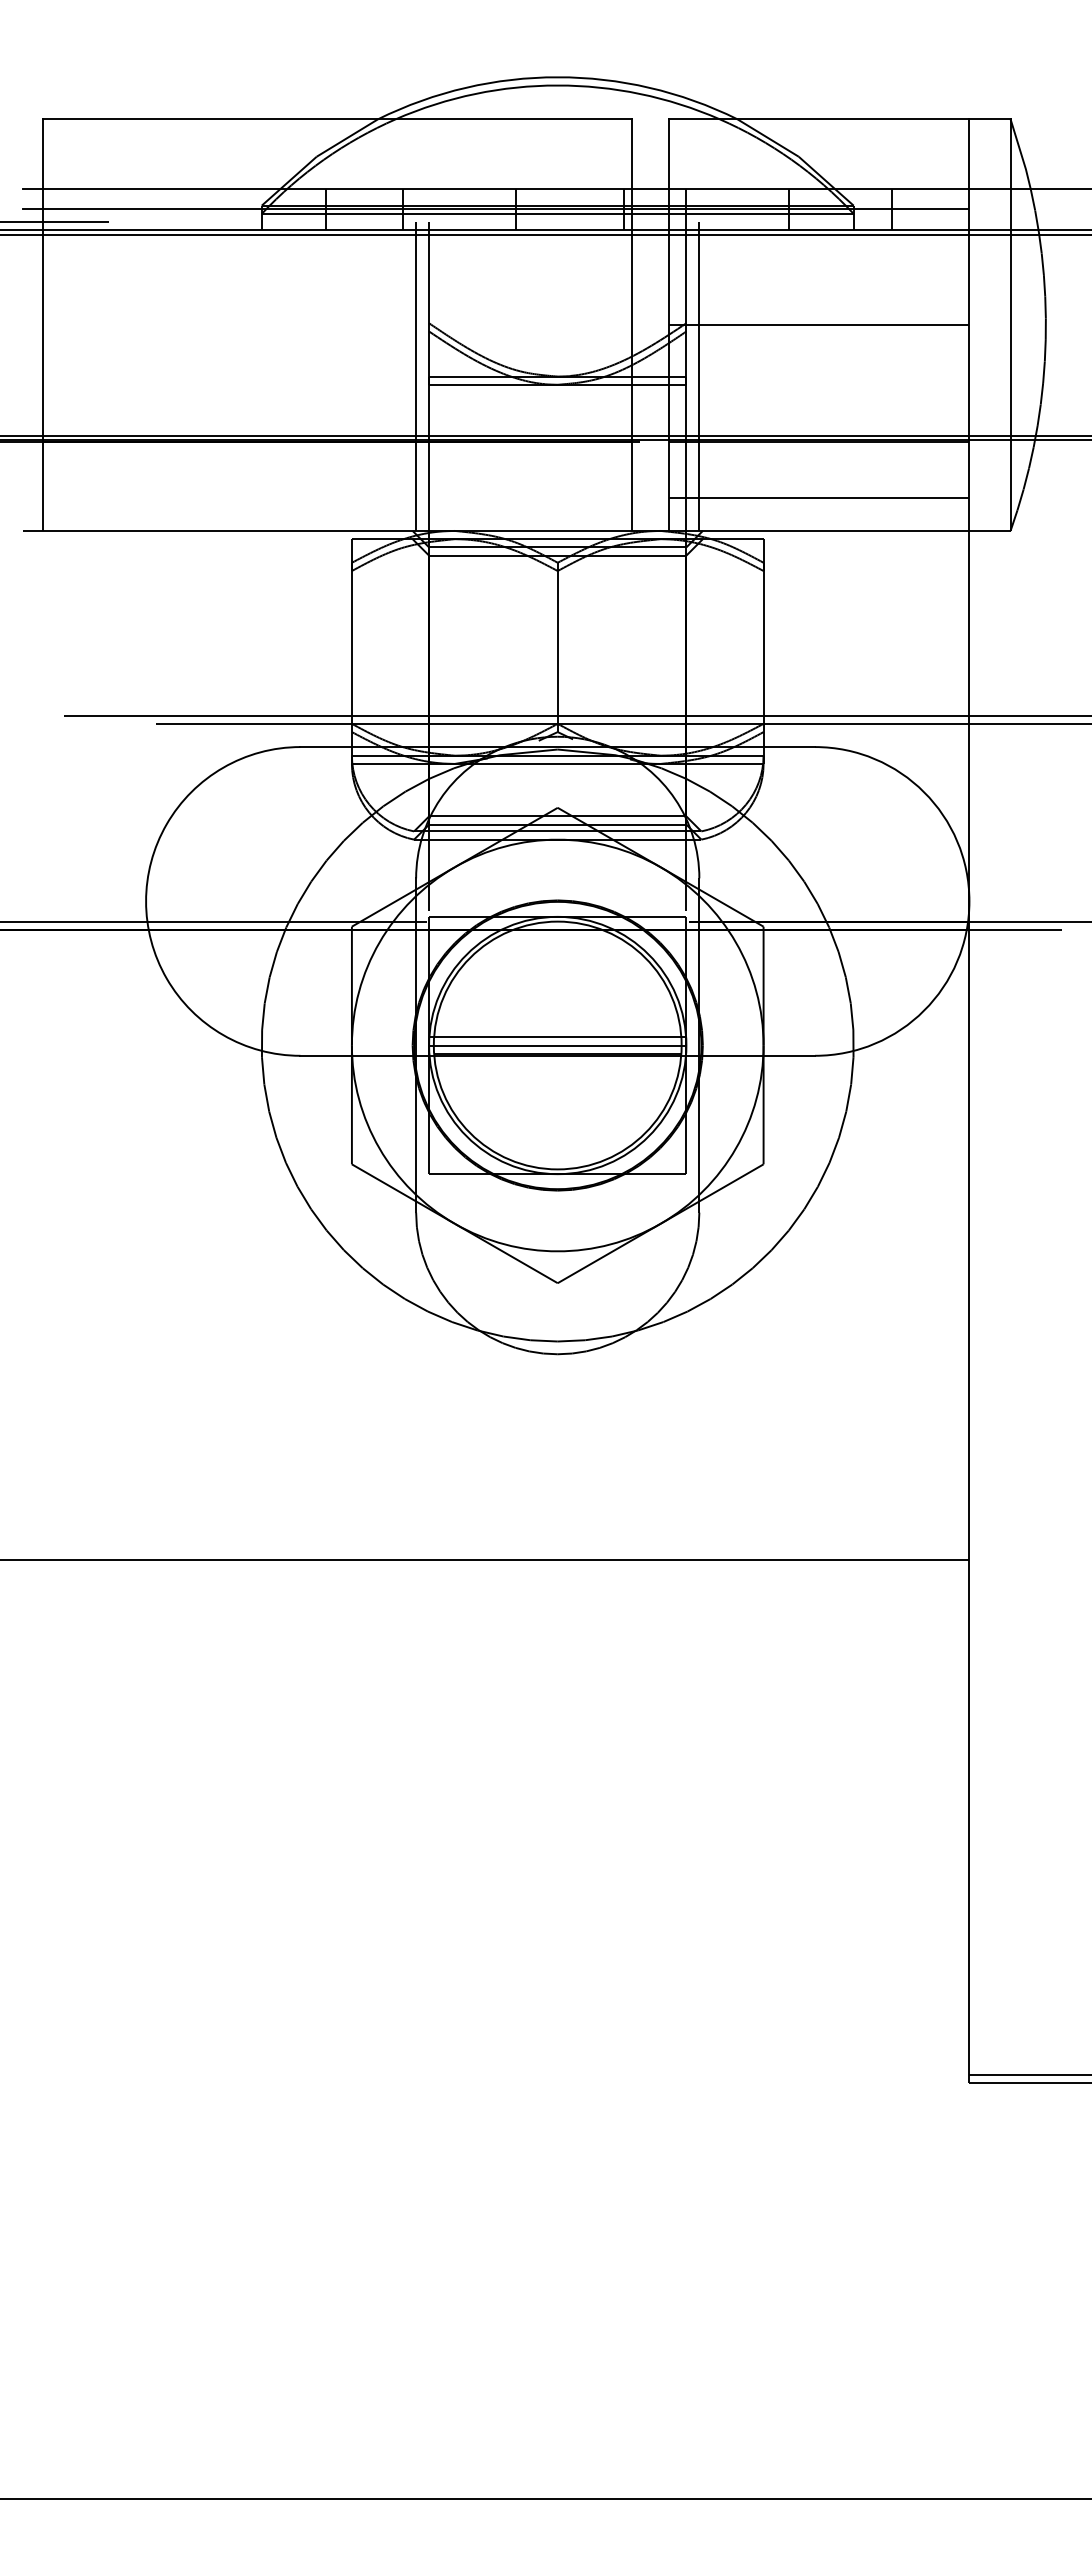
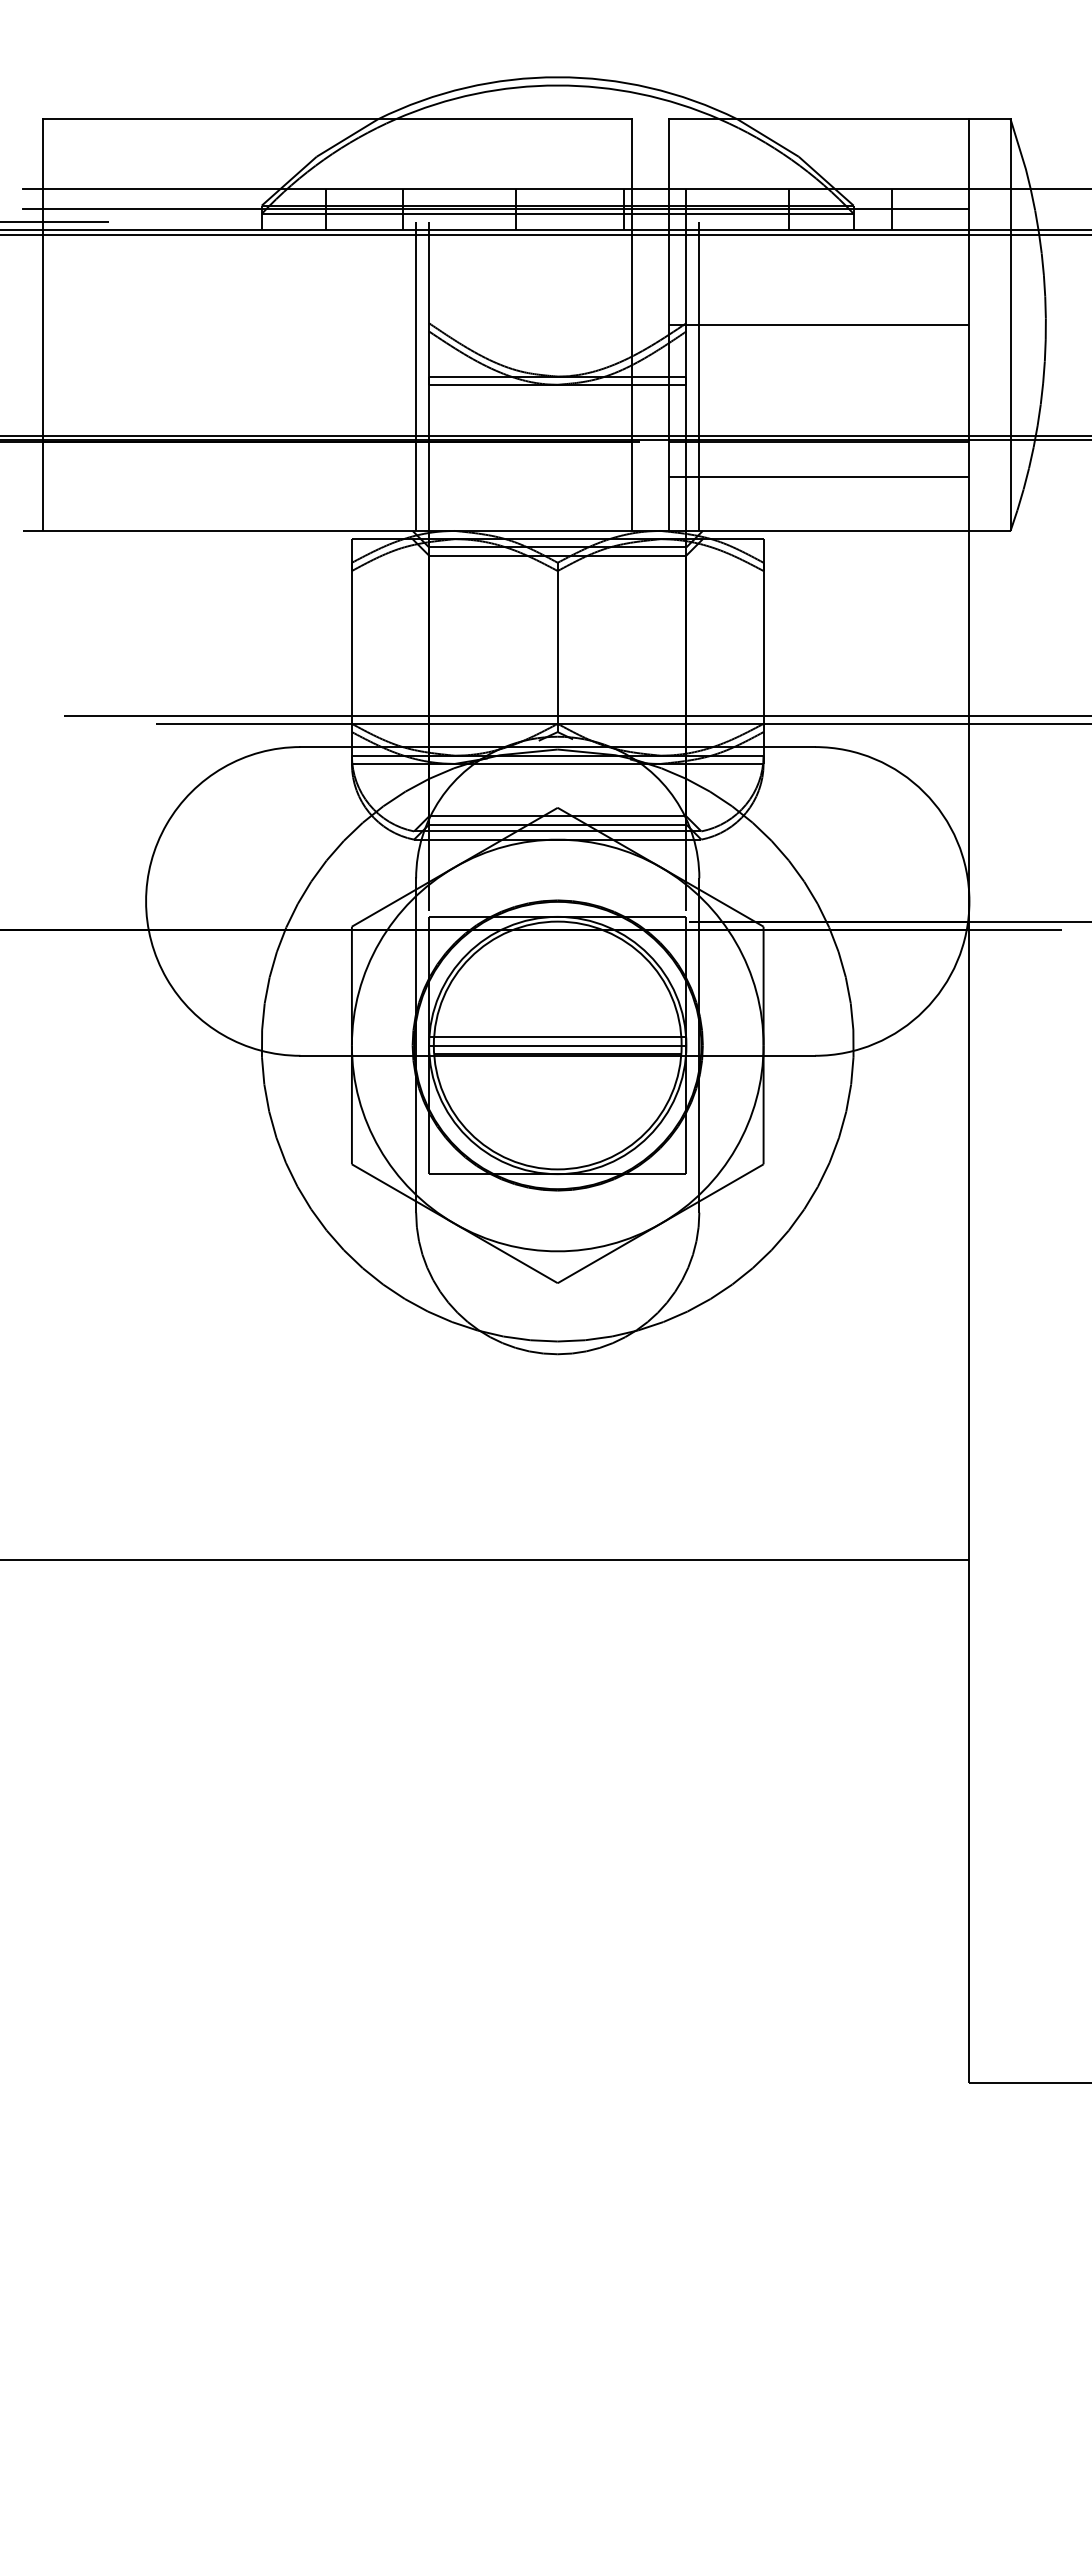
line at (818, 498) position: (818, 498) -> (818, 477)
line at (214, 922): present -> none
line at (1028, 2074): present -> none
line at (545, 2498): present -> none
